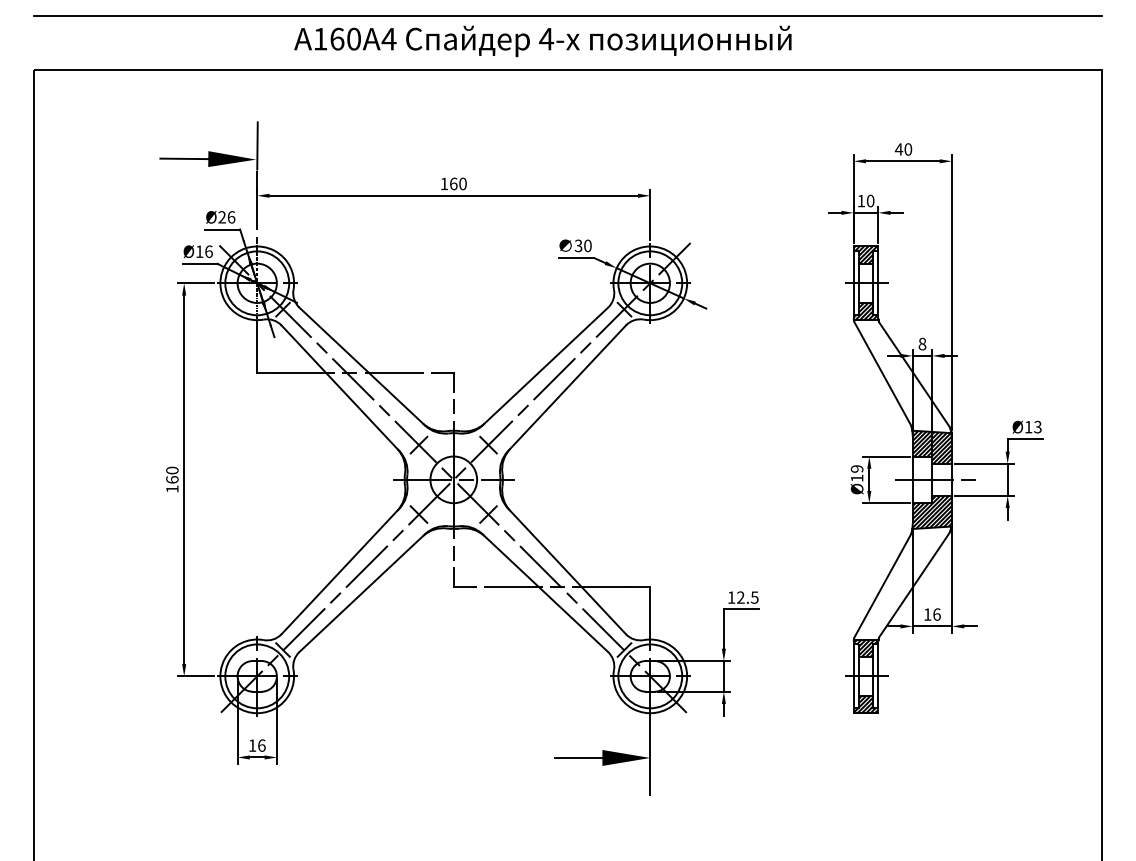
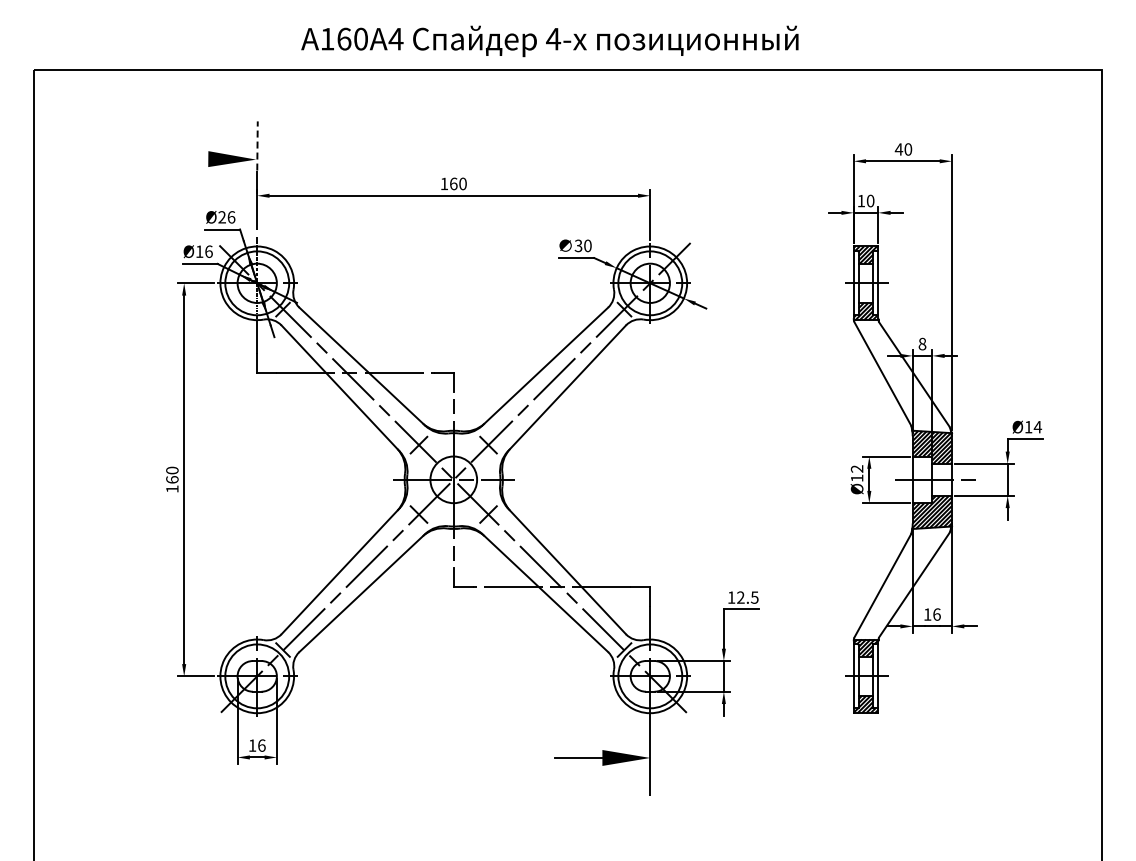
line at (567, 16): present -> none
text at (542, 41) position: (542, 41) -> (549, 41)
line at (257, 145): solid -> dashed
line at (184, 158): present -> none
text at (1037, 426): Ø13 -> Ø14
text at (857, 468): Ø19 -> Ø12
